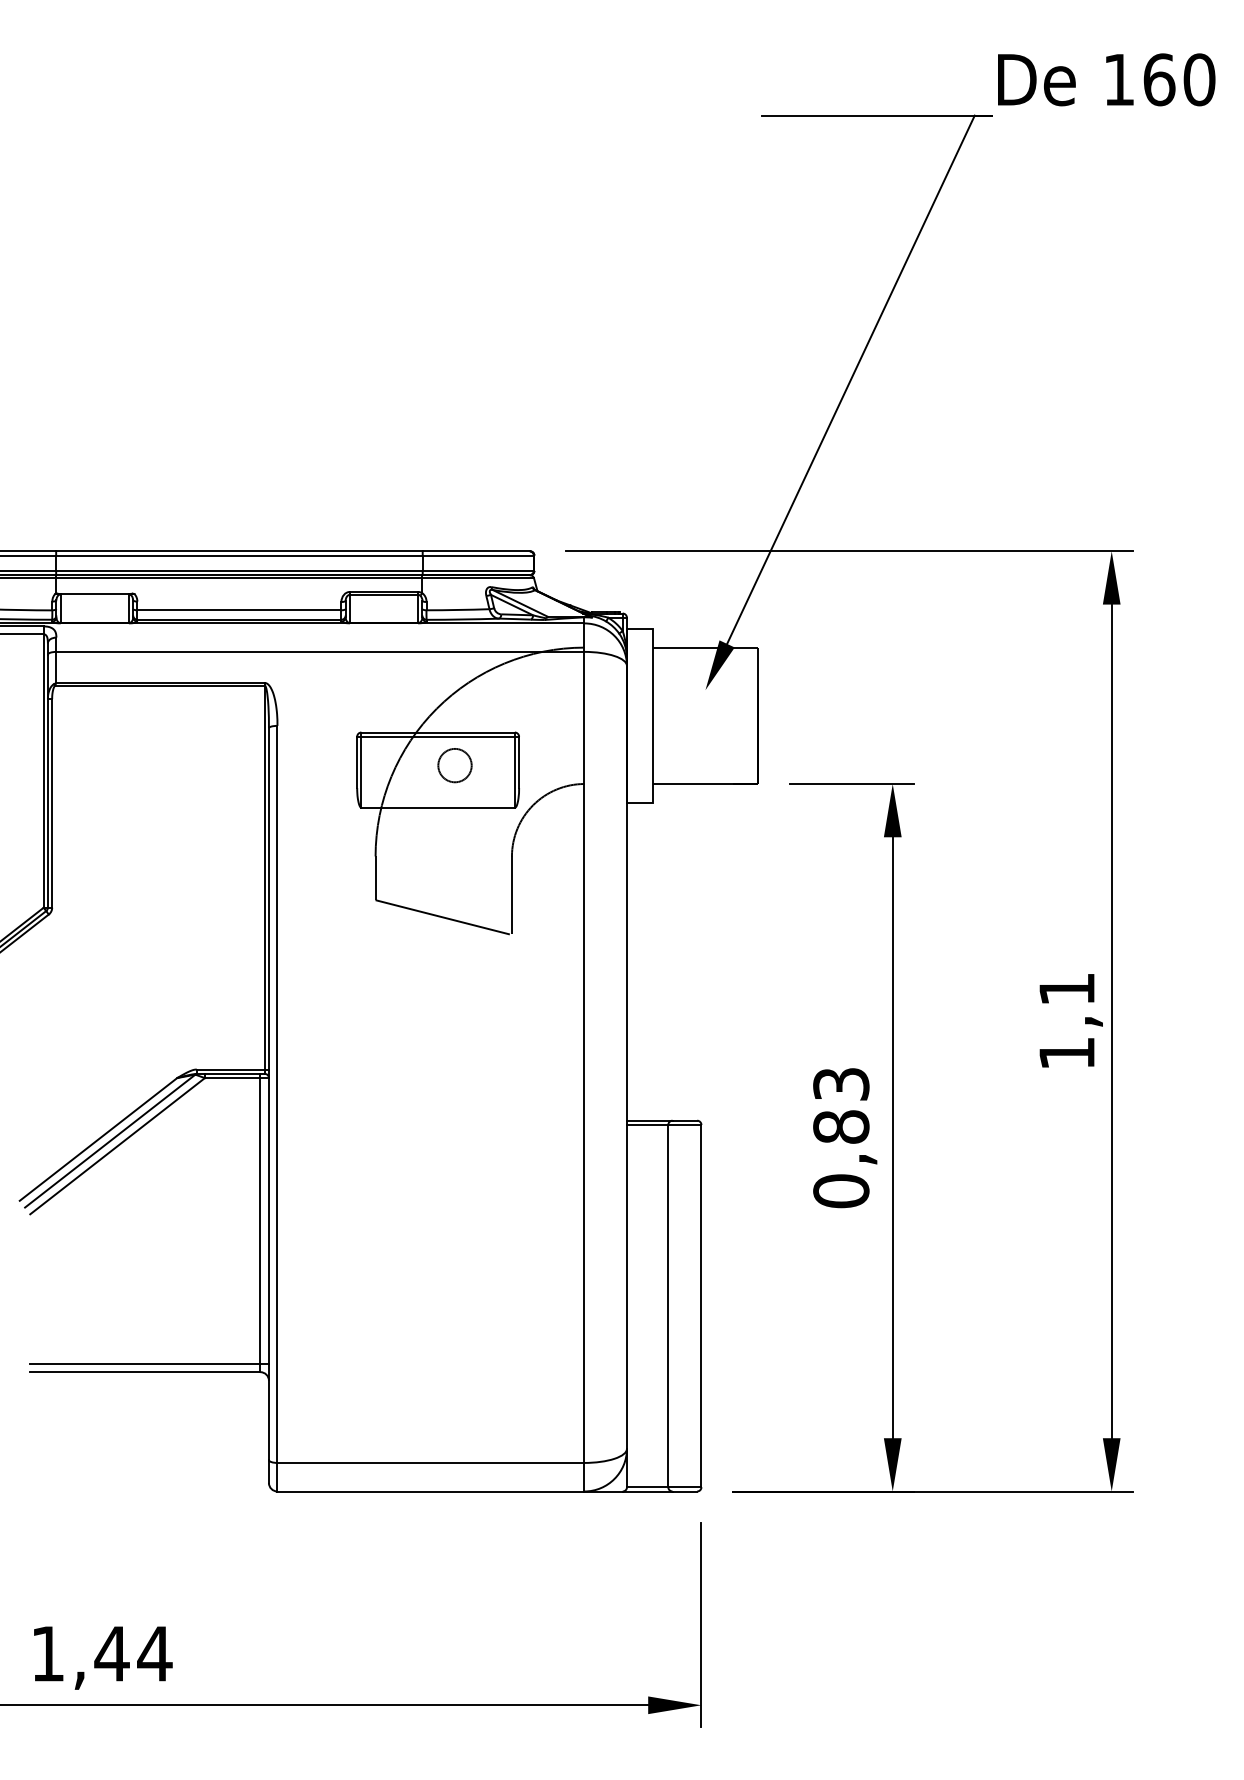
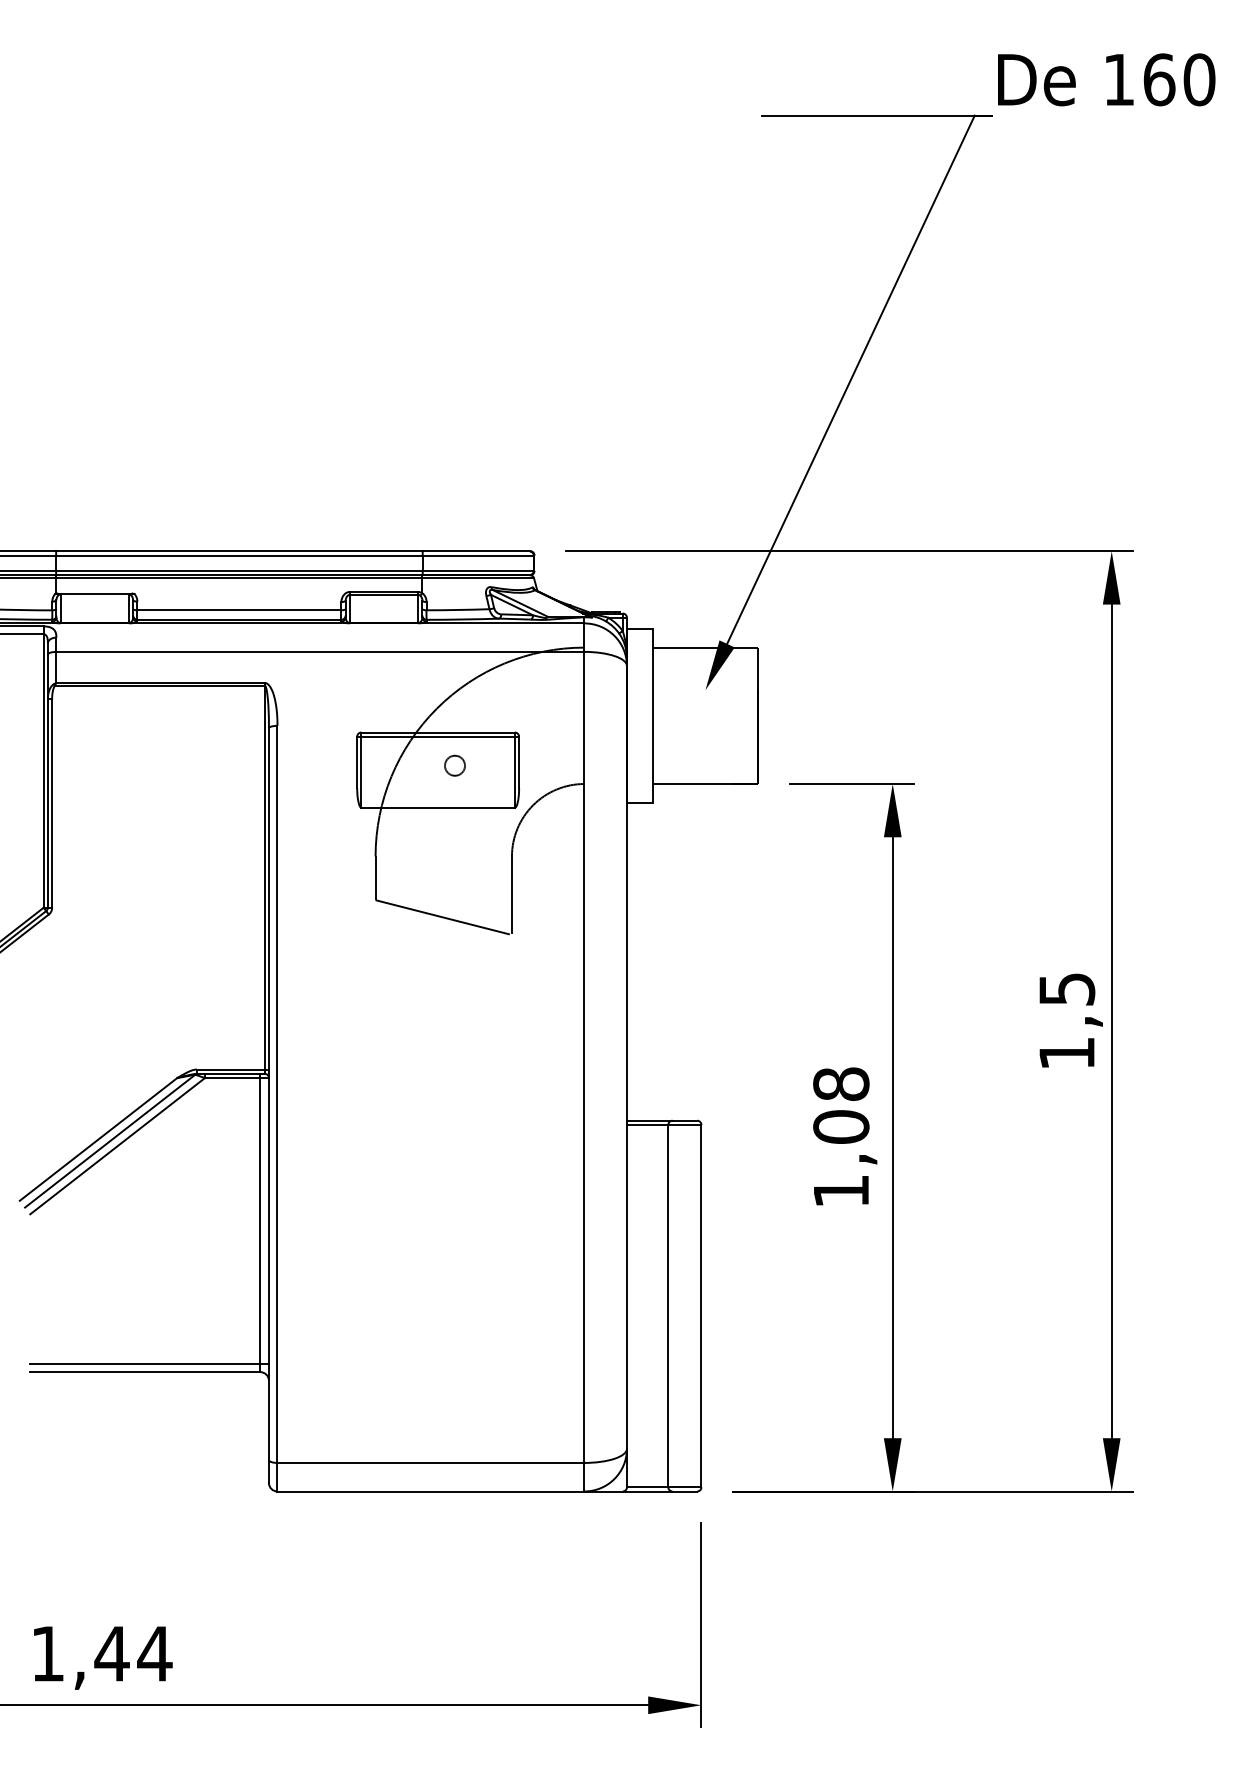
circle at (454, 765) size: 36x36 px -> 22x23 px
text at (1067, 989): 1,1 -> 1,5
text at (841, 1137): 0,83 -> 1,08
